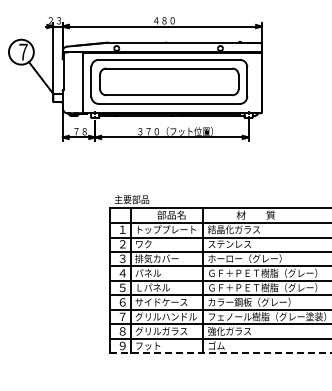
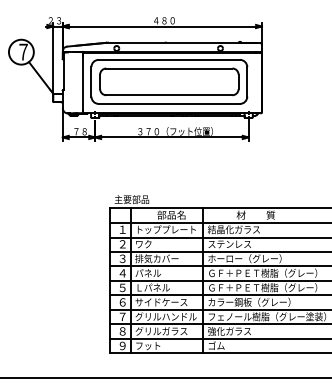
line at (220, 353): dashed -> solid
line at (165, 377): none -> present
